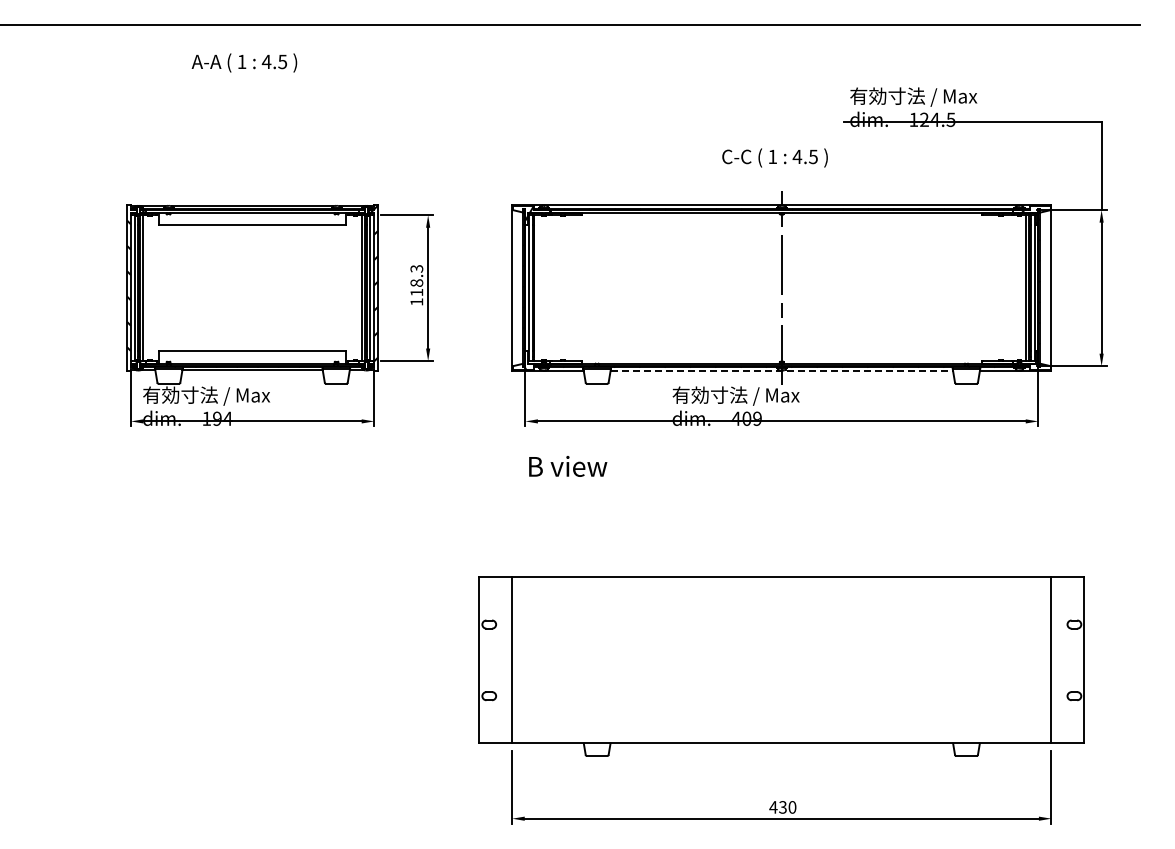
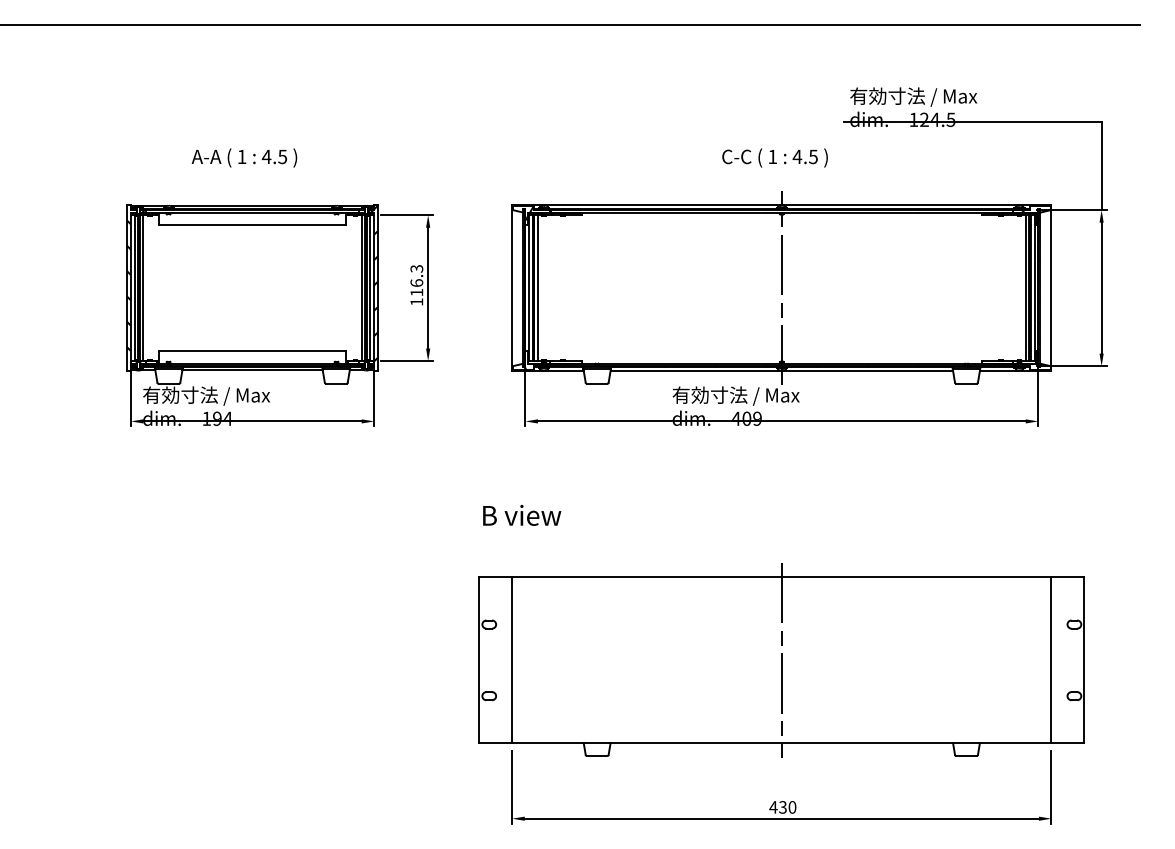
text at (244, 62) position: (244, 62) -> (244, 157)
text at (416, 282): 118.3 -> 116.3
line at (537, 288): none -> present
line at (782, 371): dashed -> solid
text at (568, 466) position: (568, 466) -> (522, 515)
line at (781, 660): none -> present
